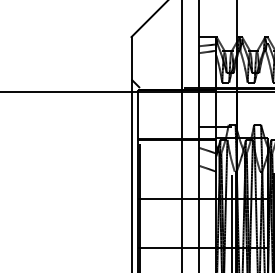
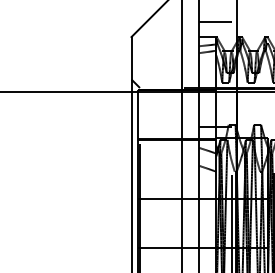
line at (215, 22): none -> present
